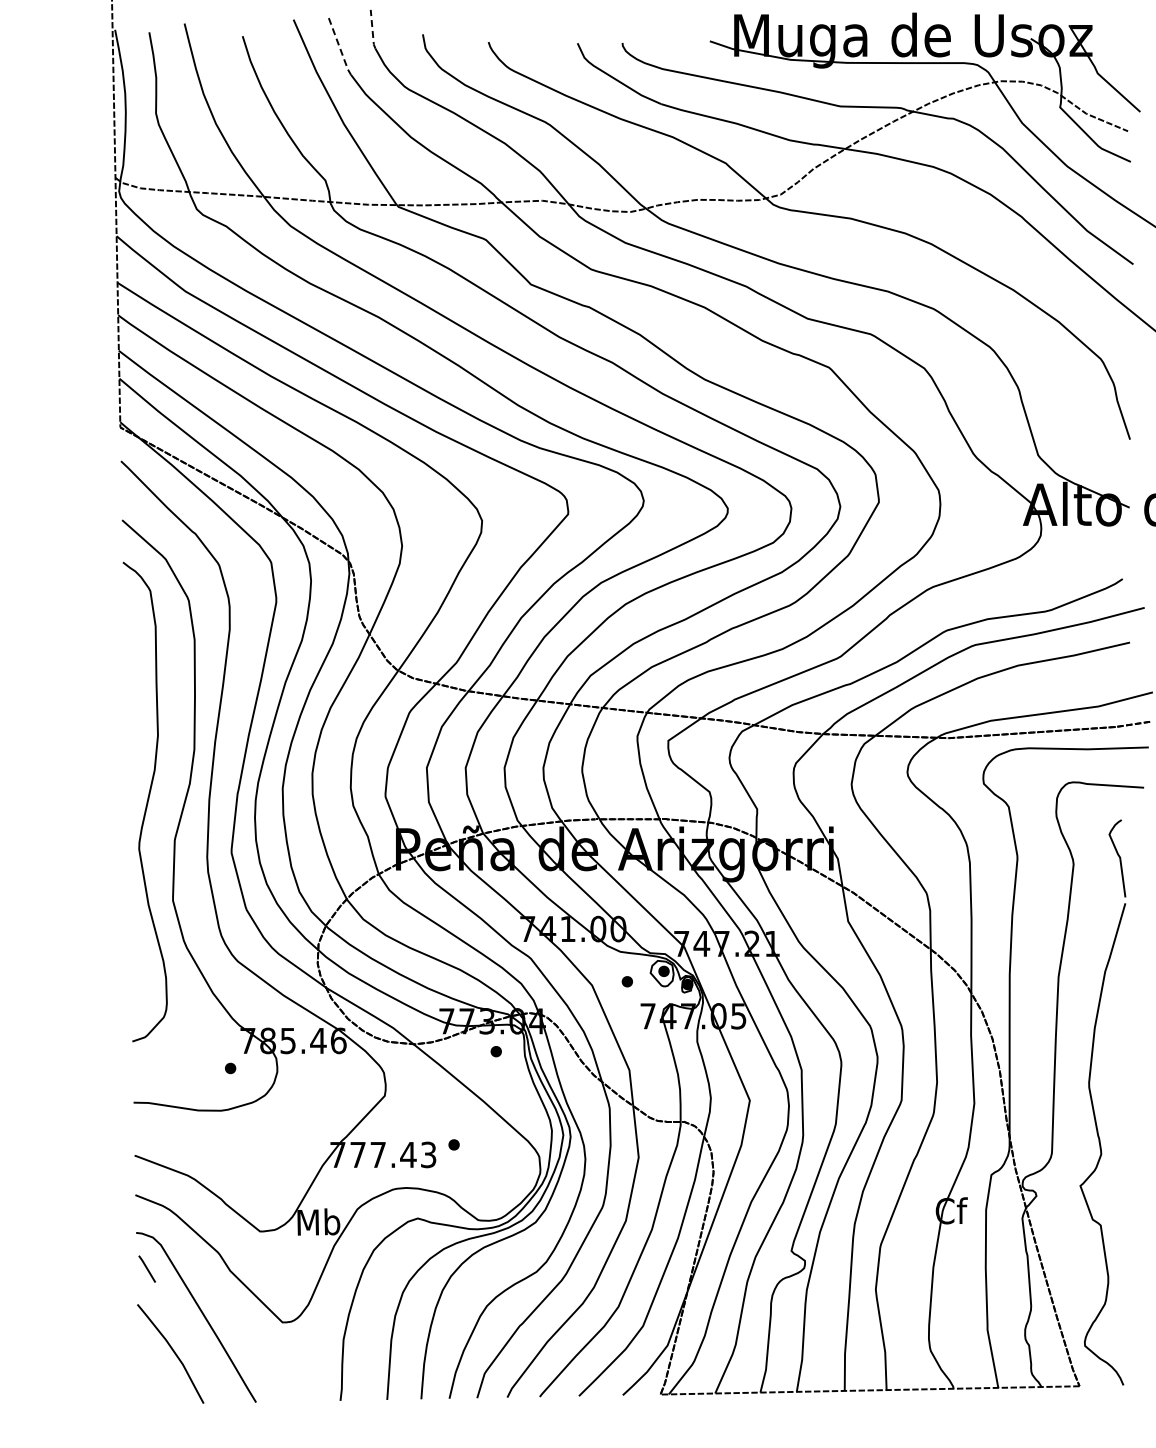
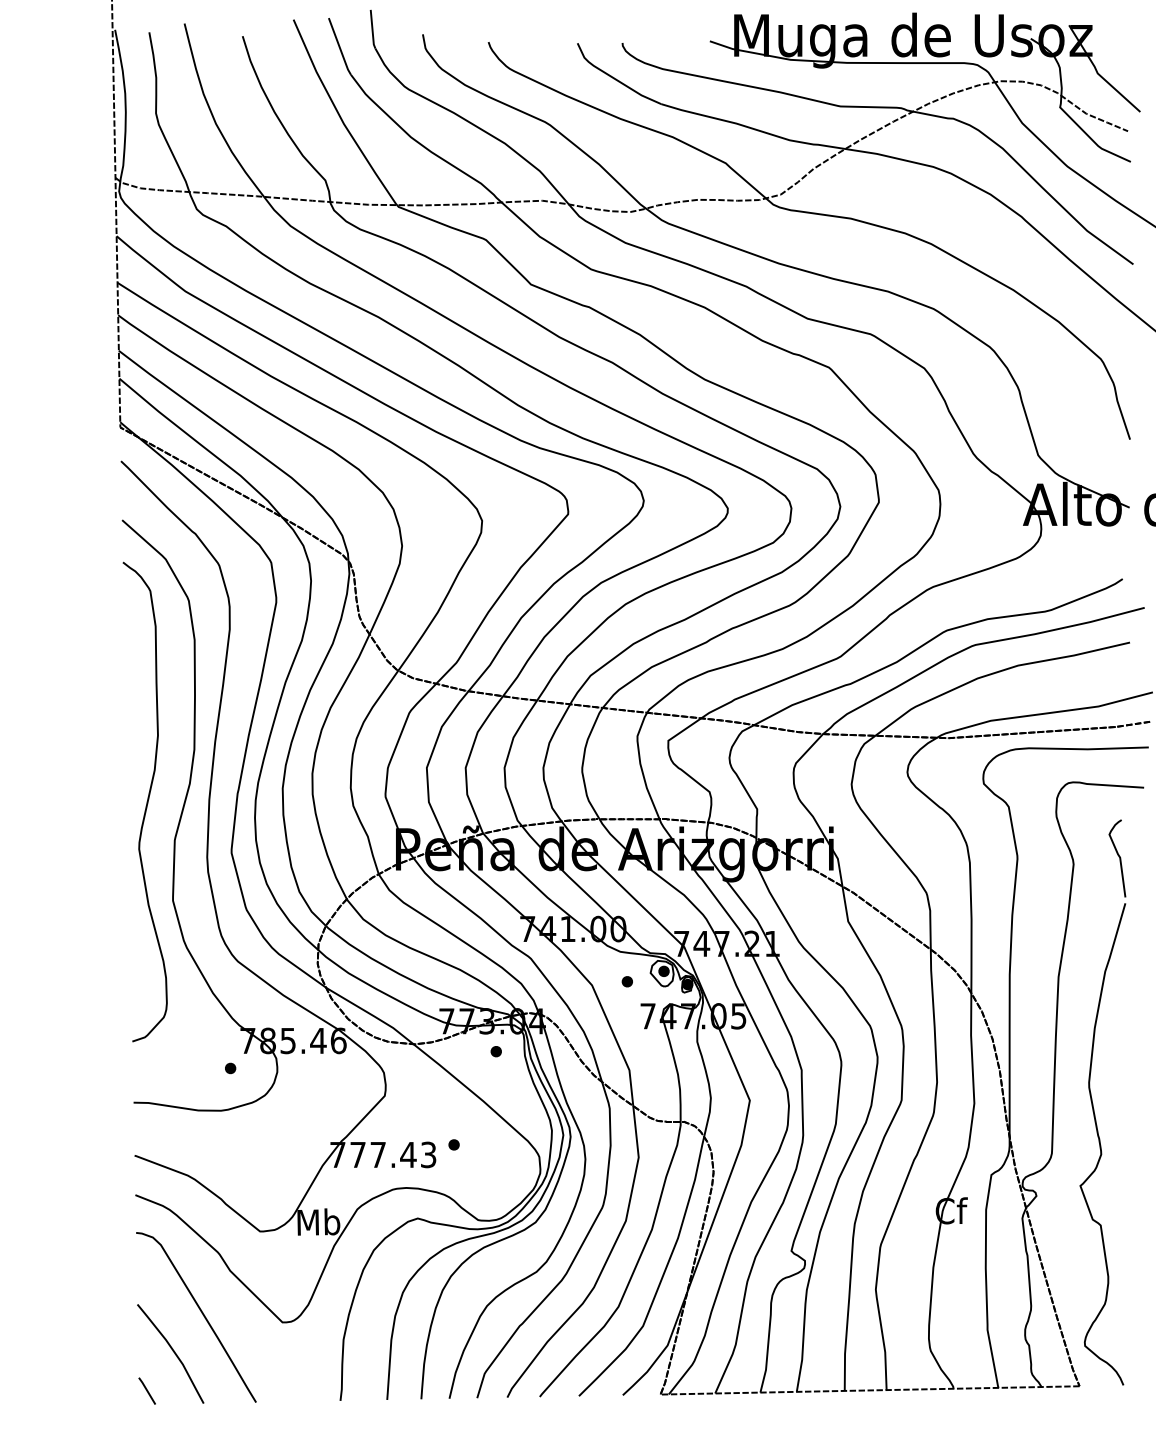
line at (372, 29): dashed -> solid
line at (339, 47): dashed -> solid
line at (146, 1268) position: (146, 1268) -> (146, 1390)
